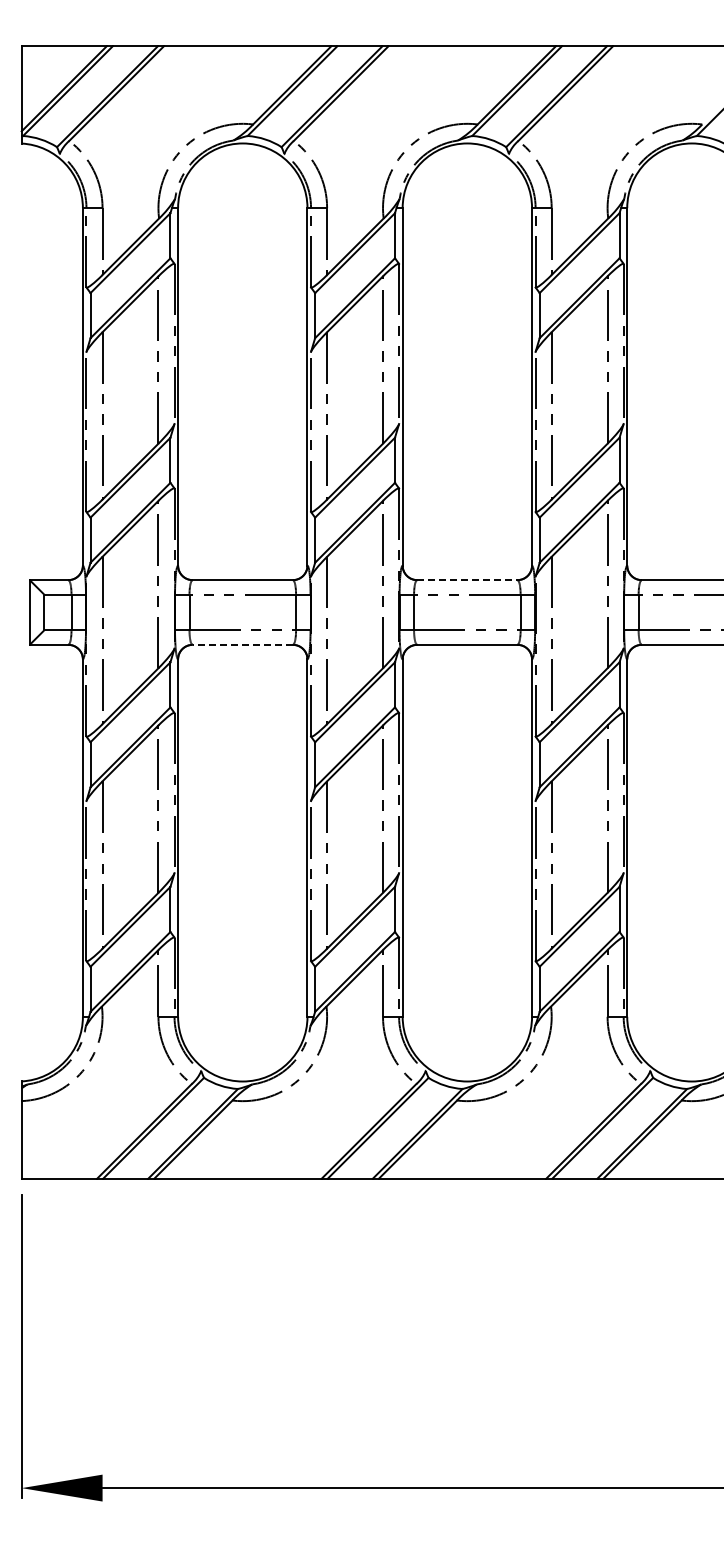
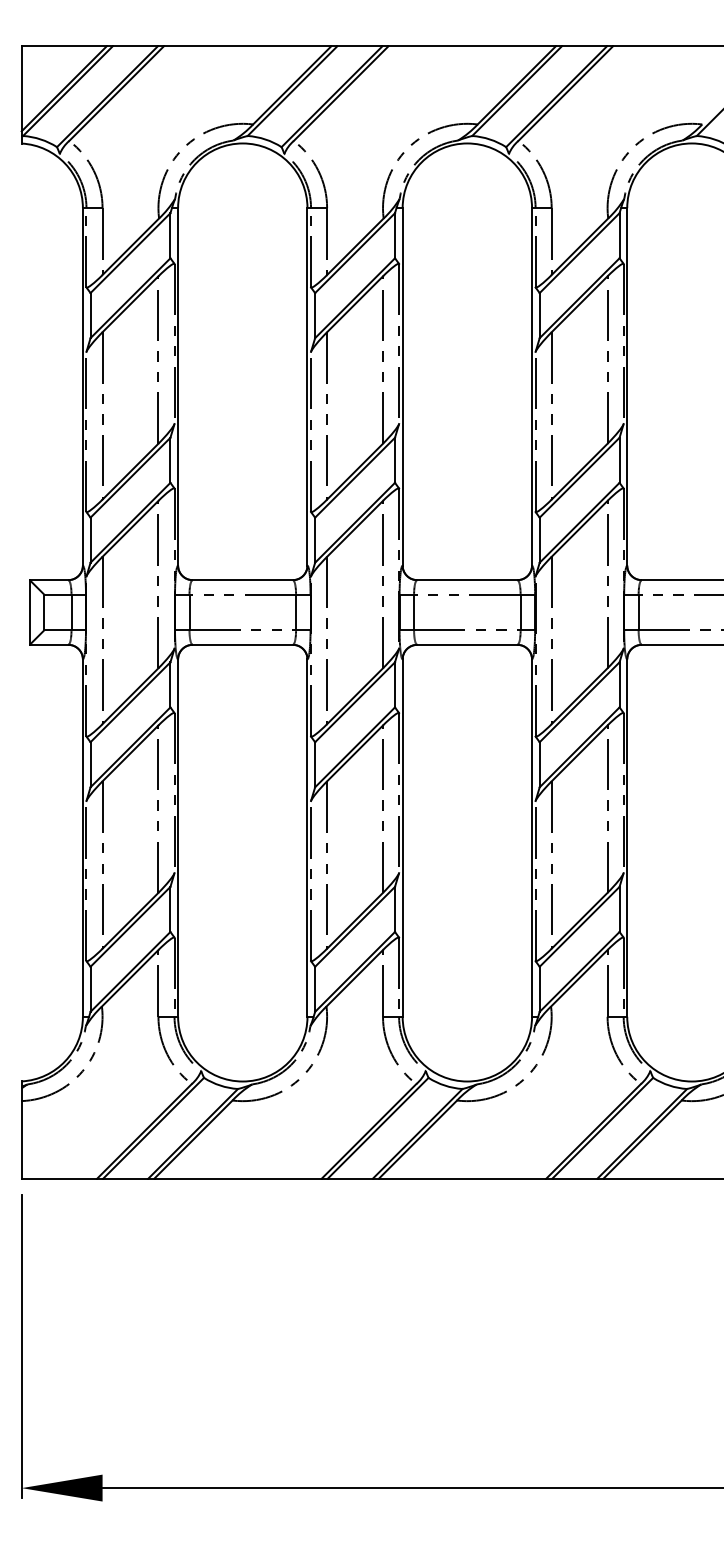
line at (467, 580): dashed -> solid
line at (242, 644): dashed -> solid
